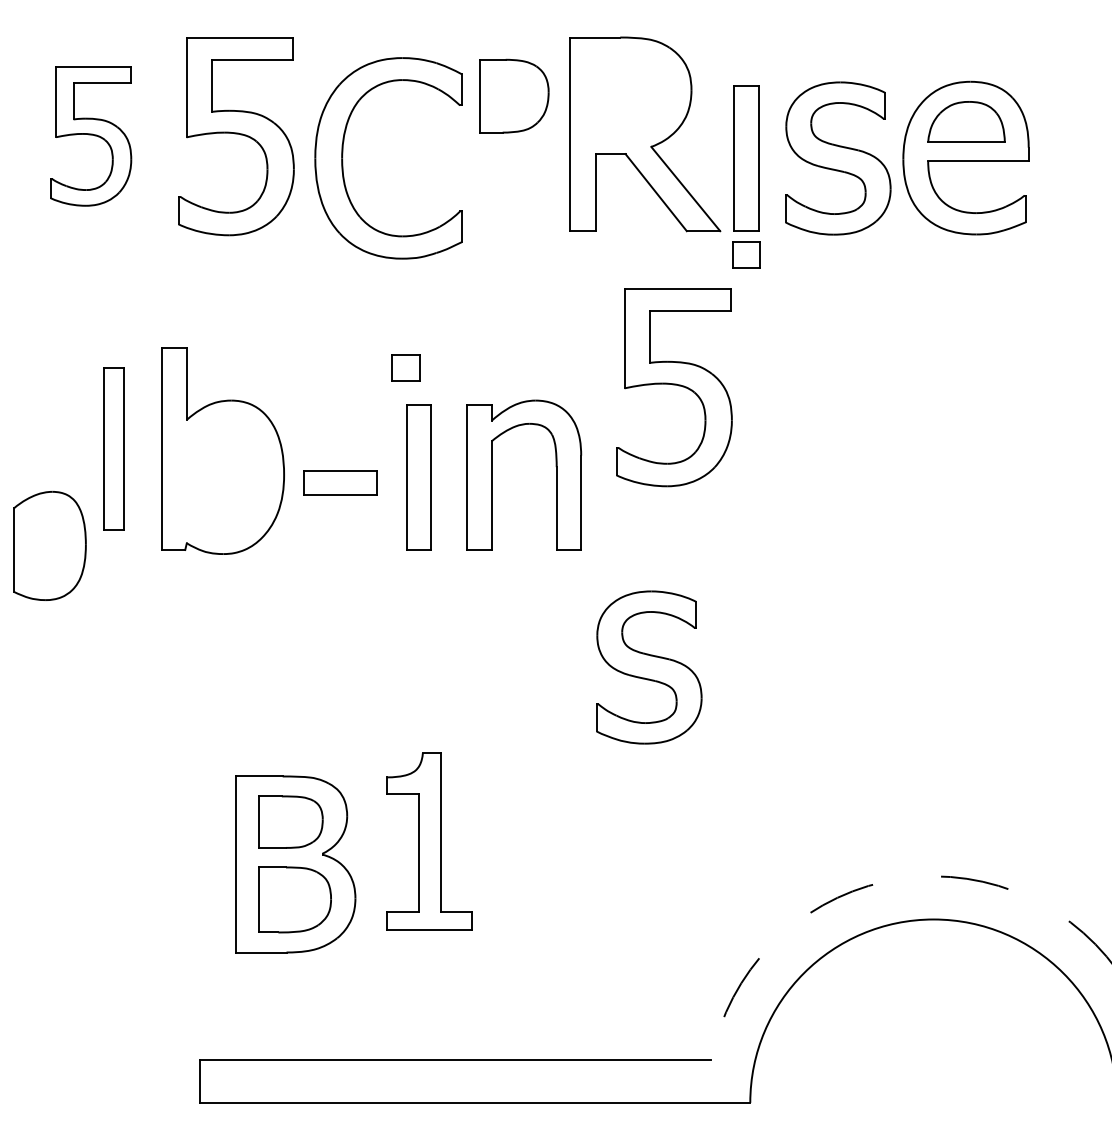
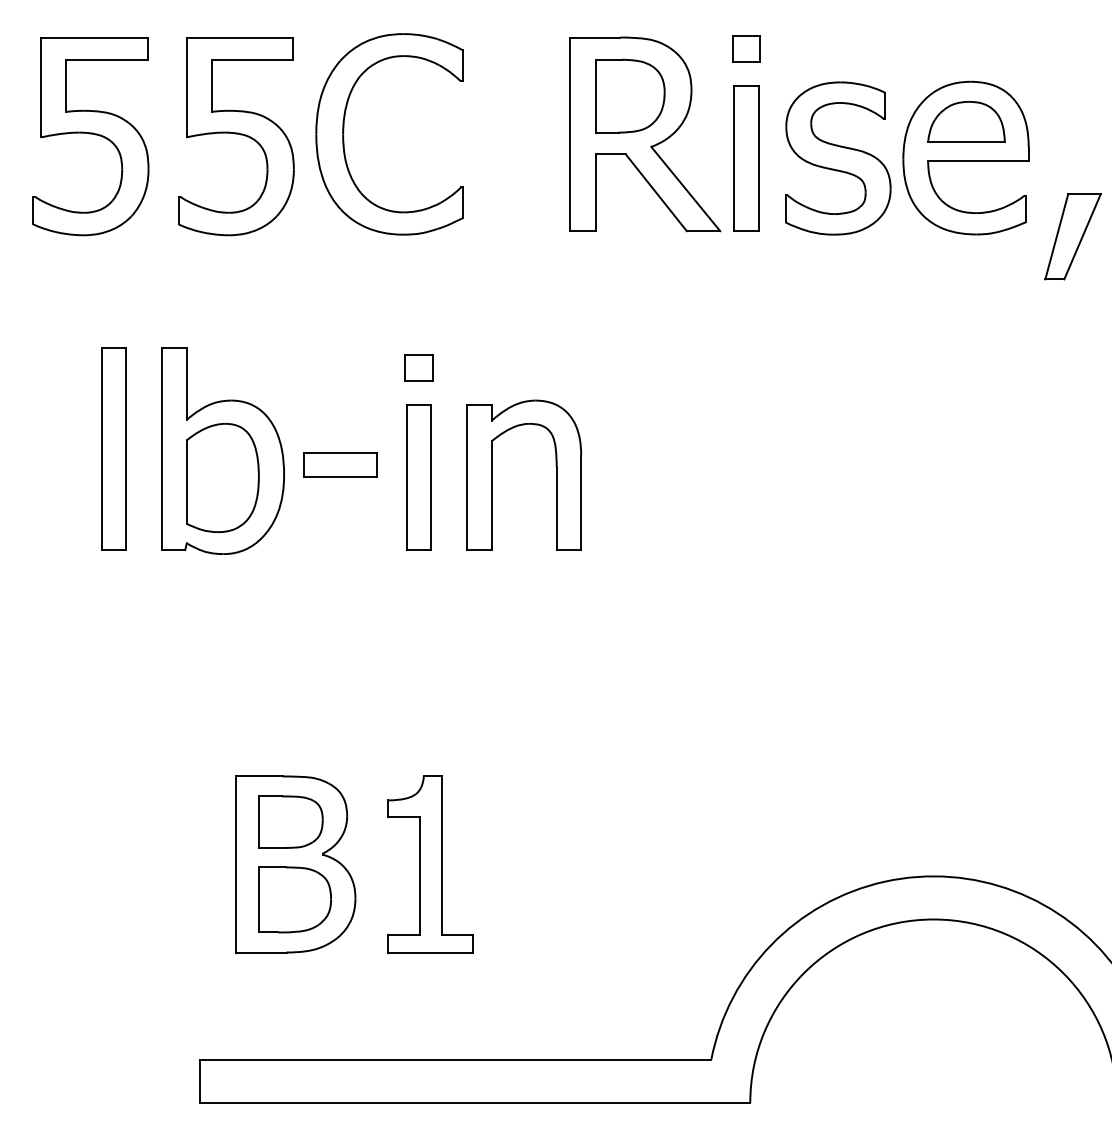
part at (514, 95) position: (514, 95) -> (630, 95)
part at (91, 136) size: 83x141 px -> 118x200 px
part at (343, 160) position: (343, 160) -> (344, 136)
part at (1072, 236): none -> present
part at (746, 254) position: (746, 254) -> (746, 48)
part at (405, 367) position: (405, 367) -> (418, 367)
part at (674, 387): present -> none
part at (113, 448) size: 22x164 px -> 26x204 px
part at (340, 482) position: (340, 482) -> (340, 464)
part at (49, 545) position: (49, 545) -> (222, 477)
part at (649, 667): present -> none
part at (429, 841) position: (429, 841) -> (430, 864)
arc at (881, 882): dashed -> solid
